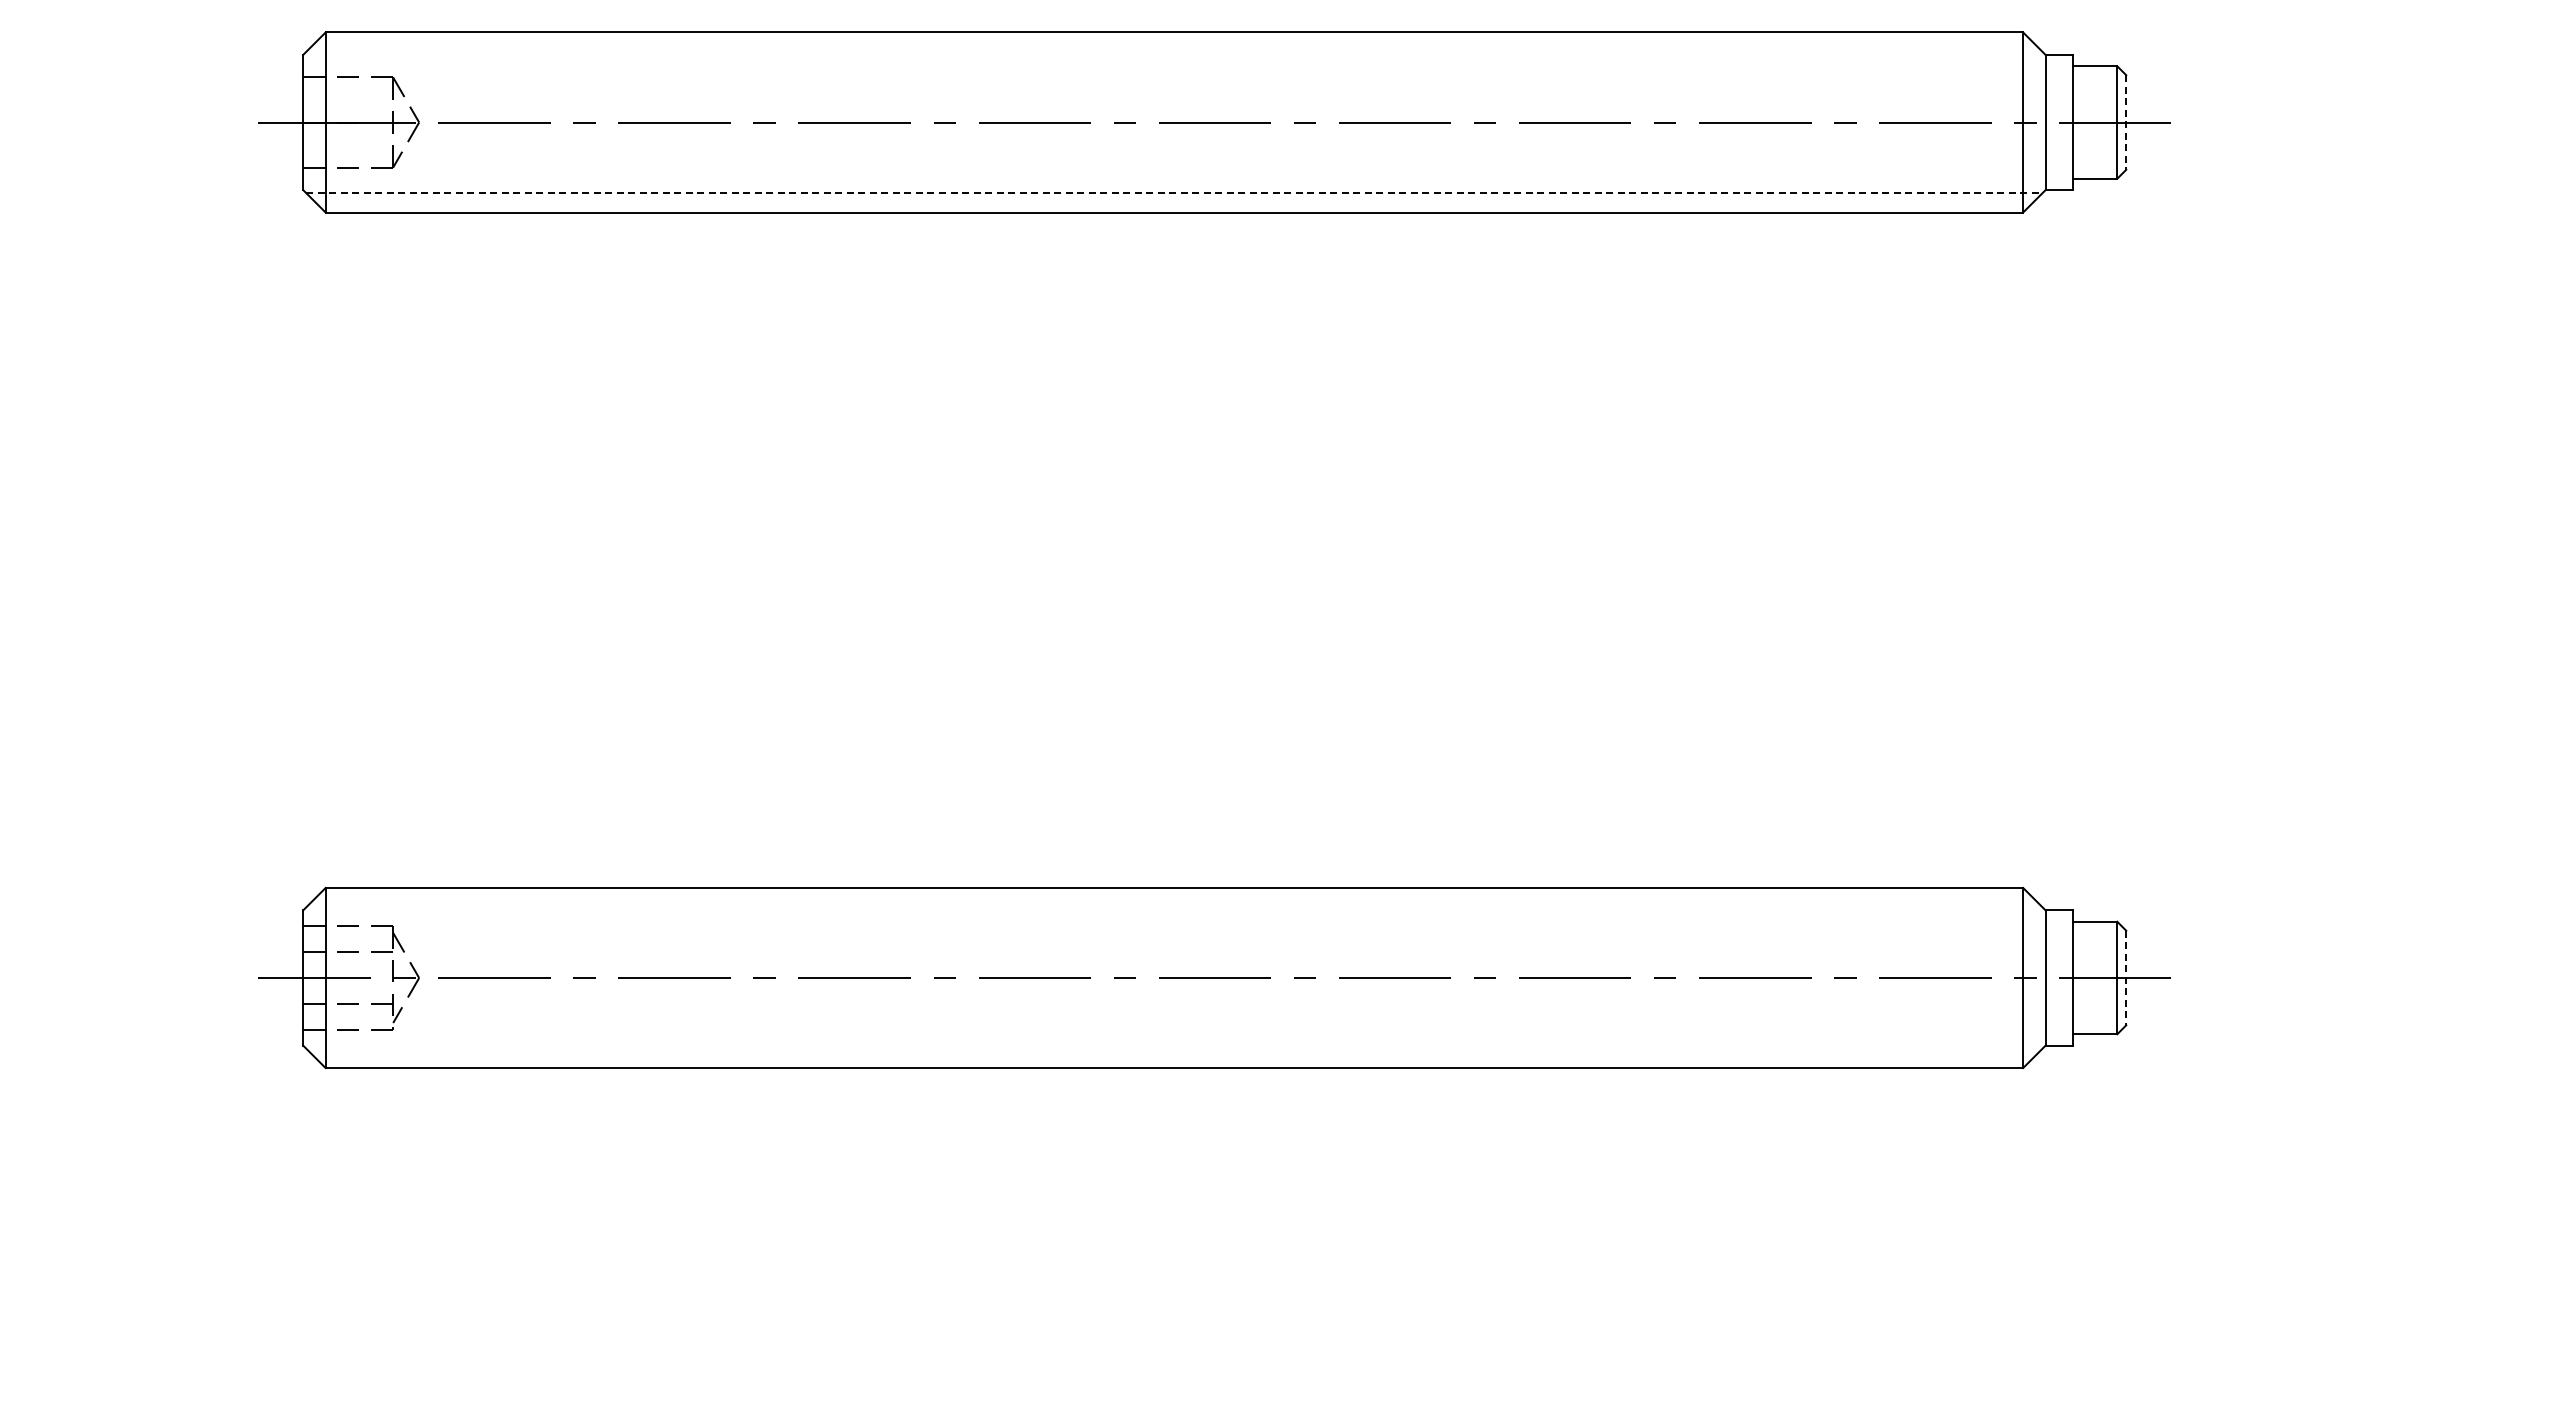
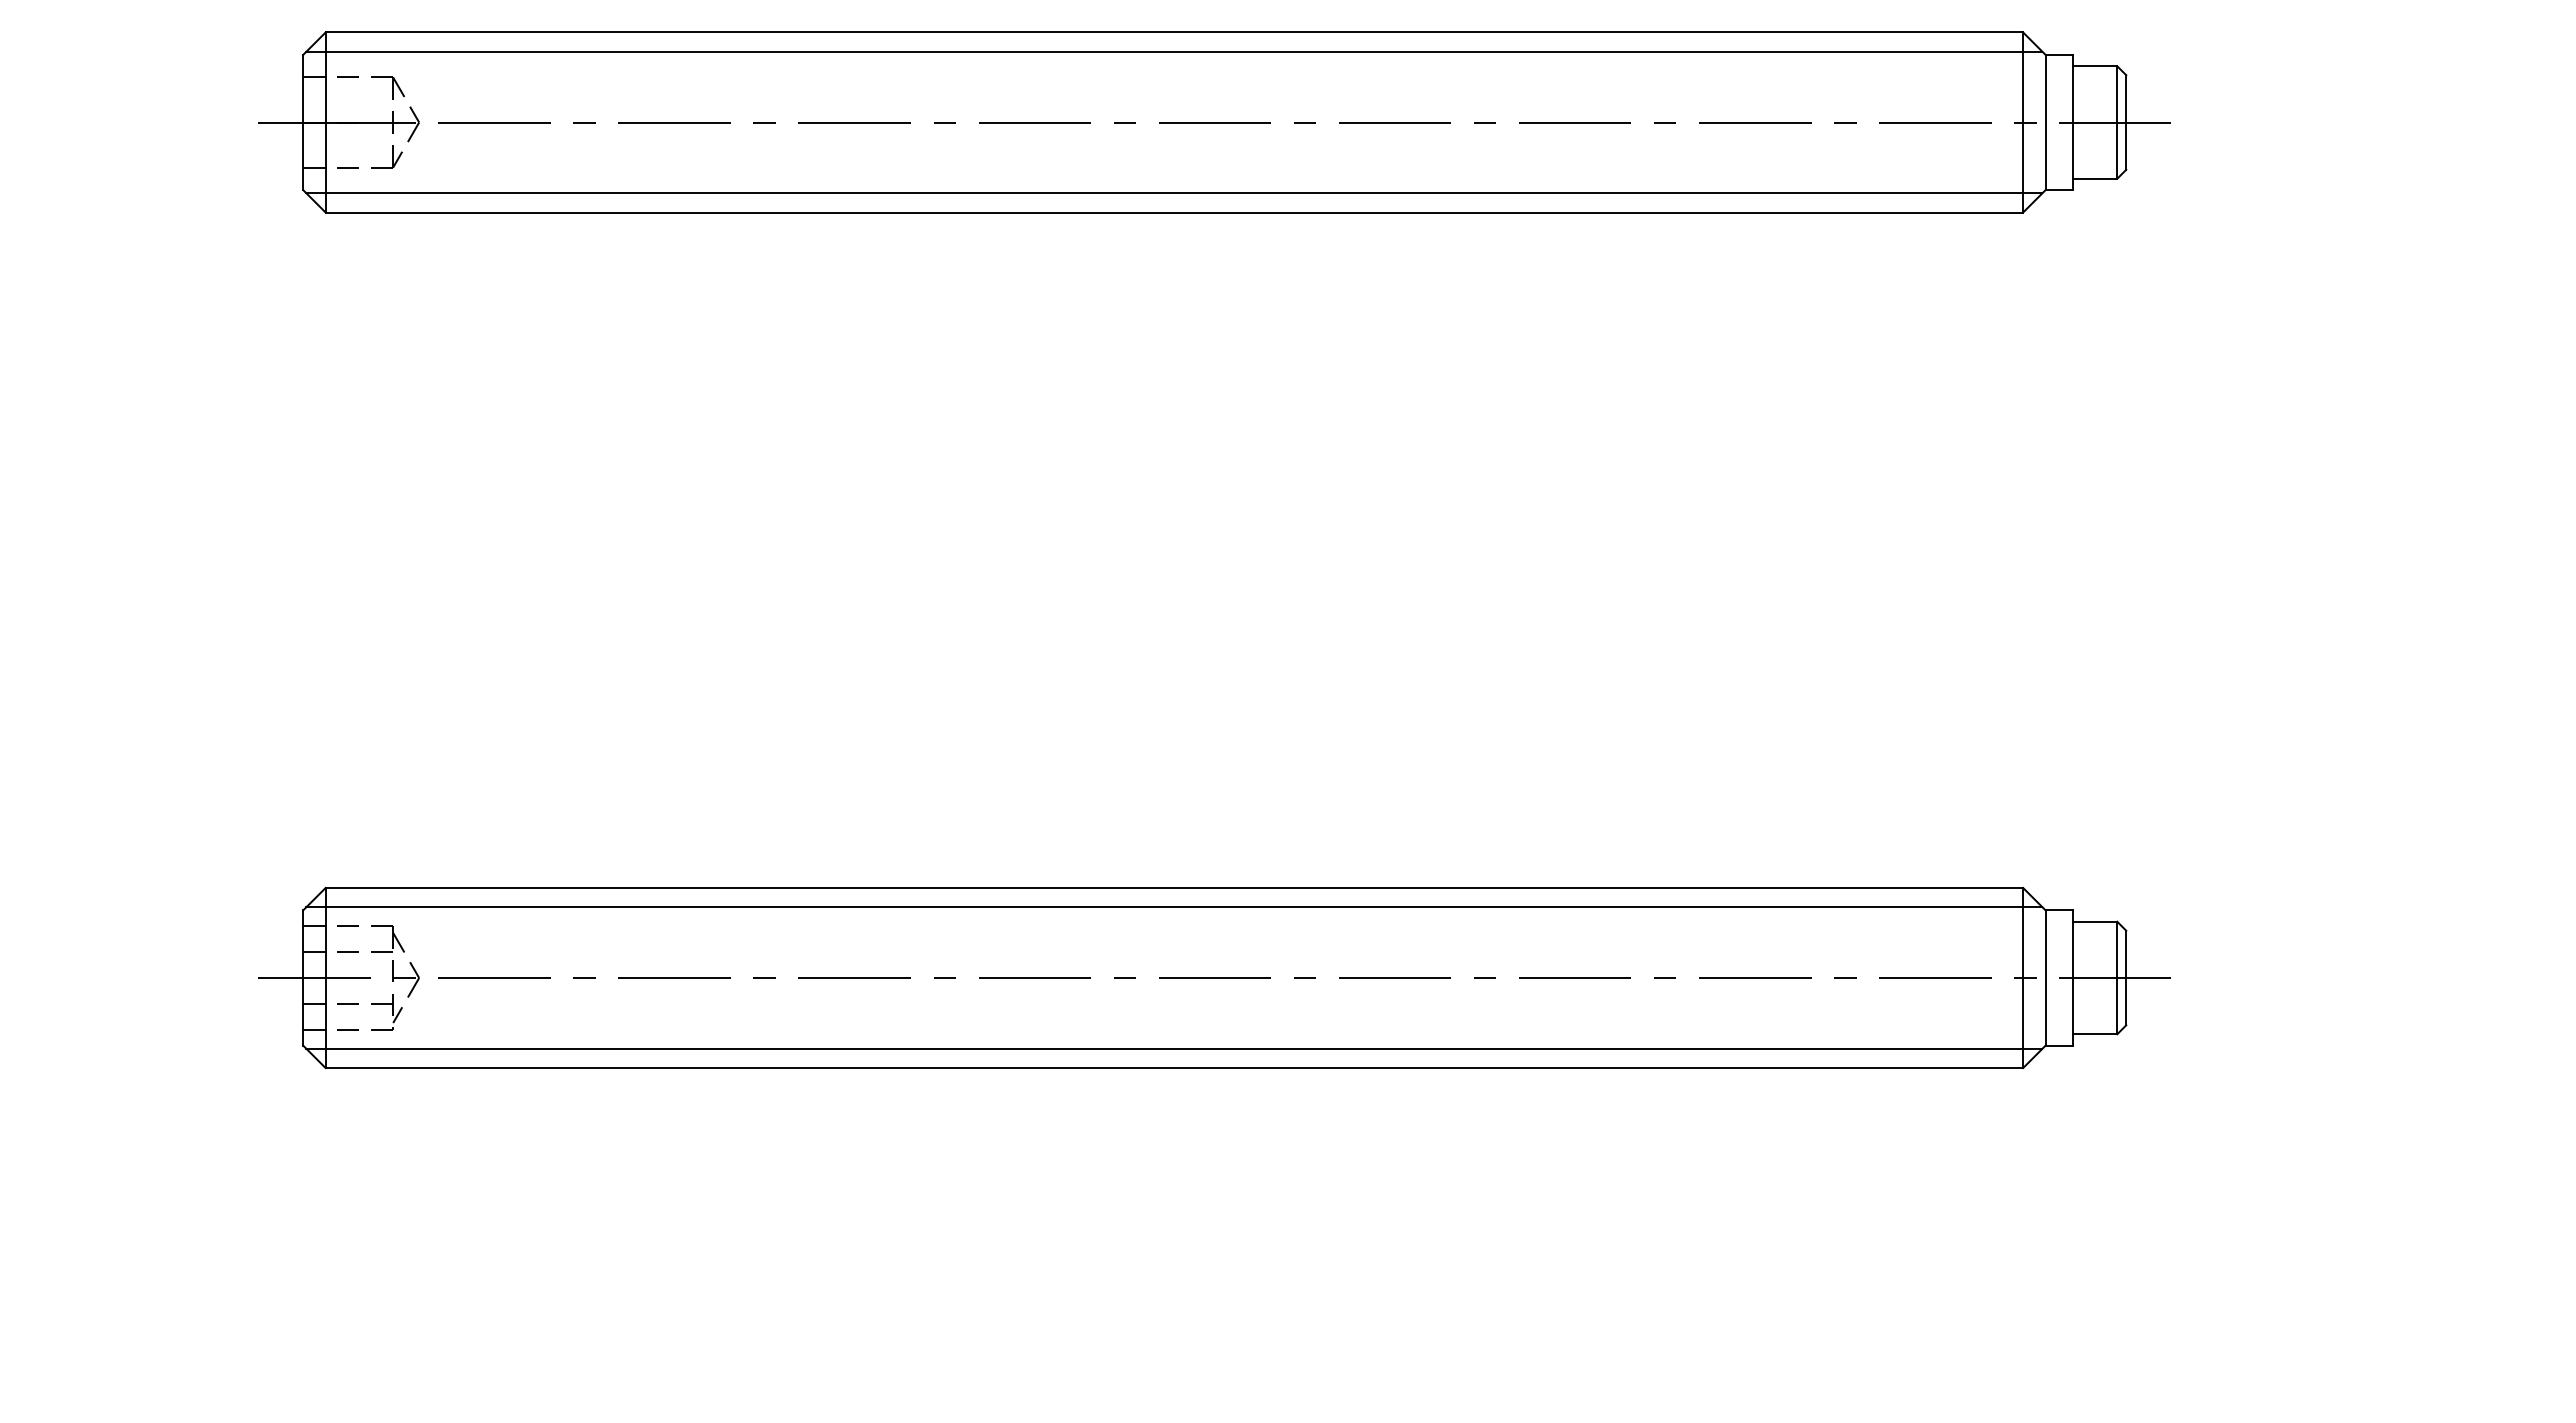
line at (1174, 51): none -> present
line at (2126, 123): dashed -> solid
line at (1174, 193): dashed -> solid
line at (1174, 907): none -> present
line at (2126, 978): dashed -> solid
line at (1174, 1048): none -> present
